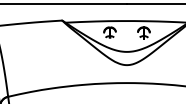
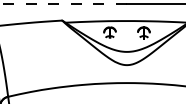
line at (63, 3): solid -> dashed
